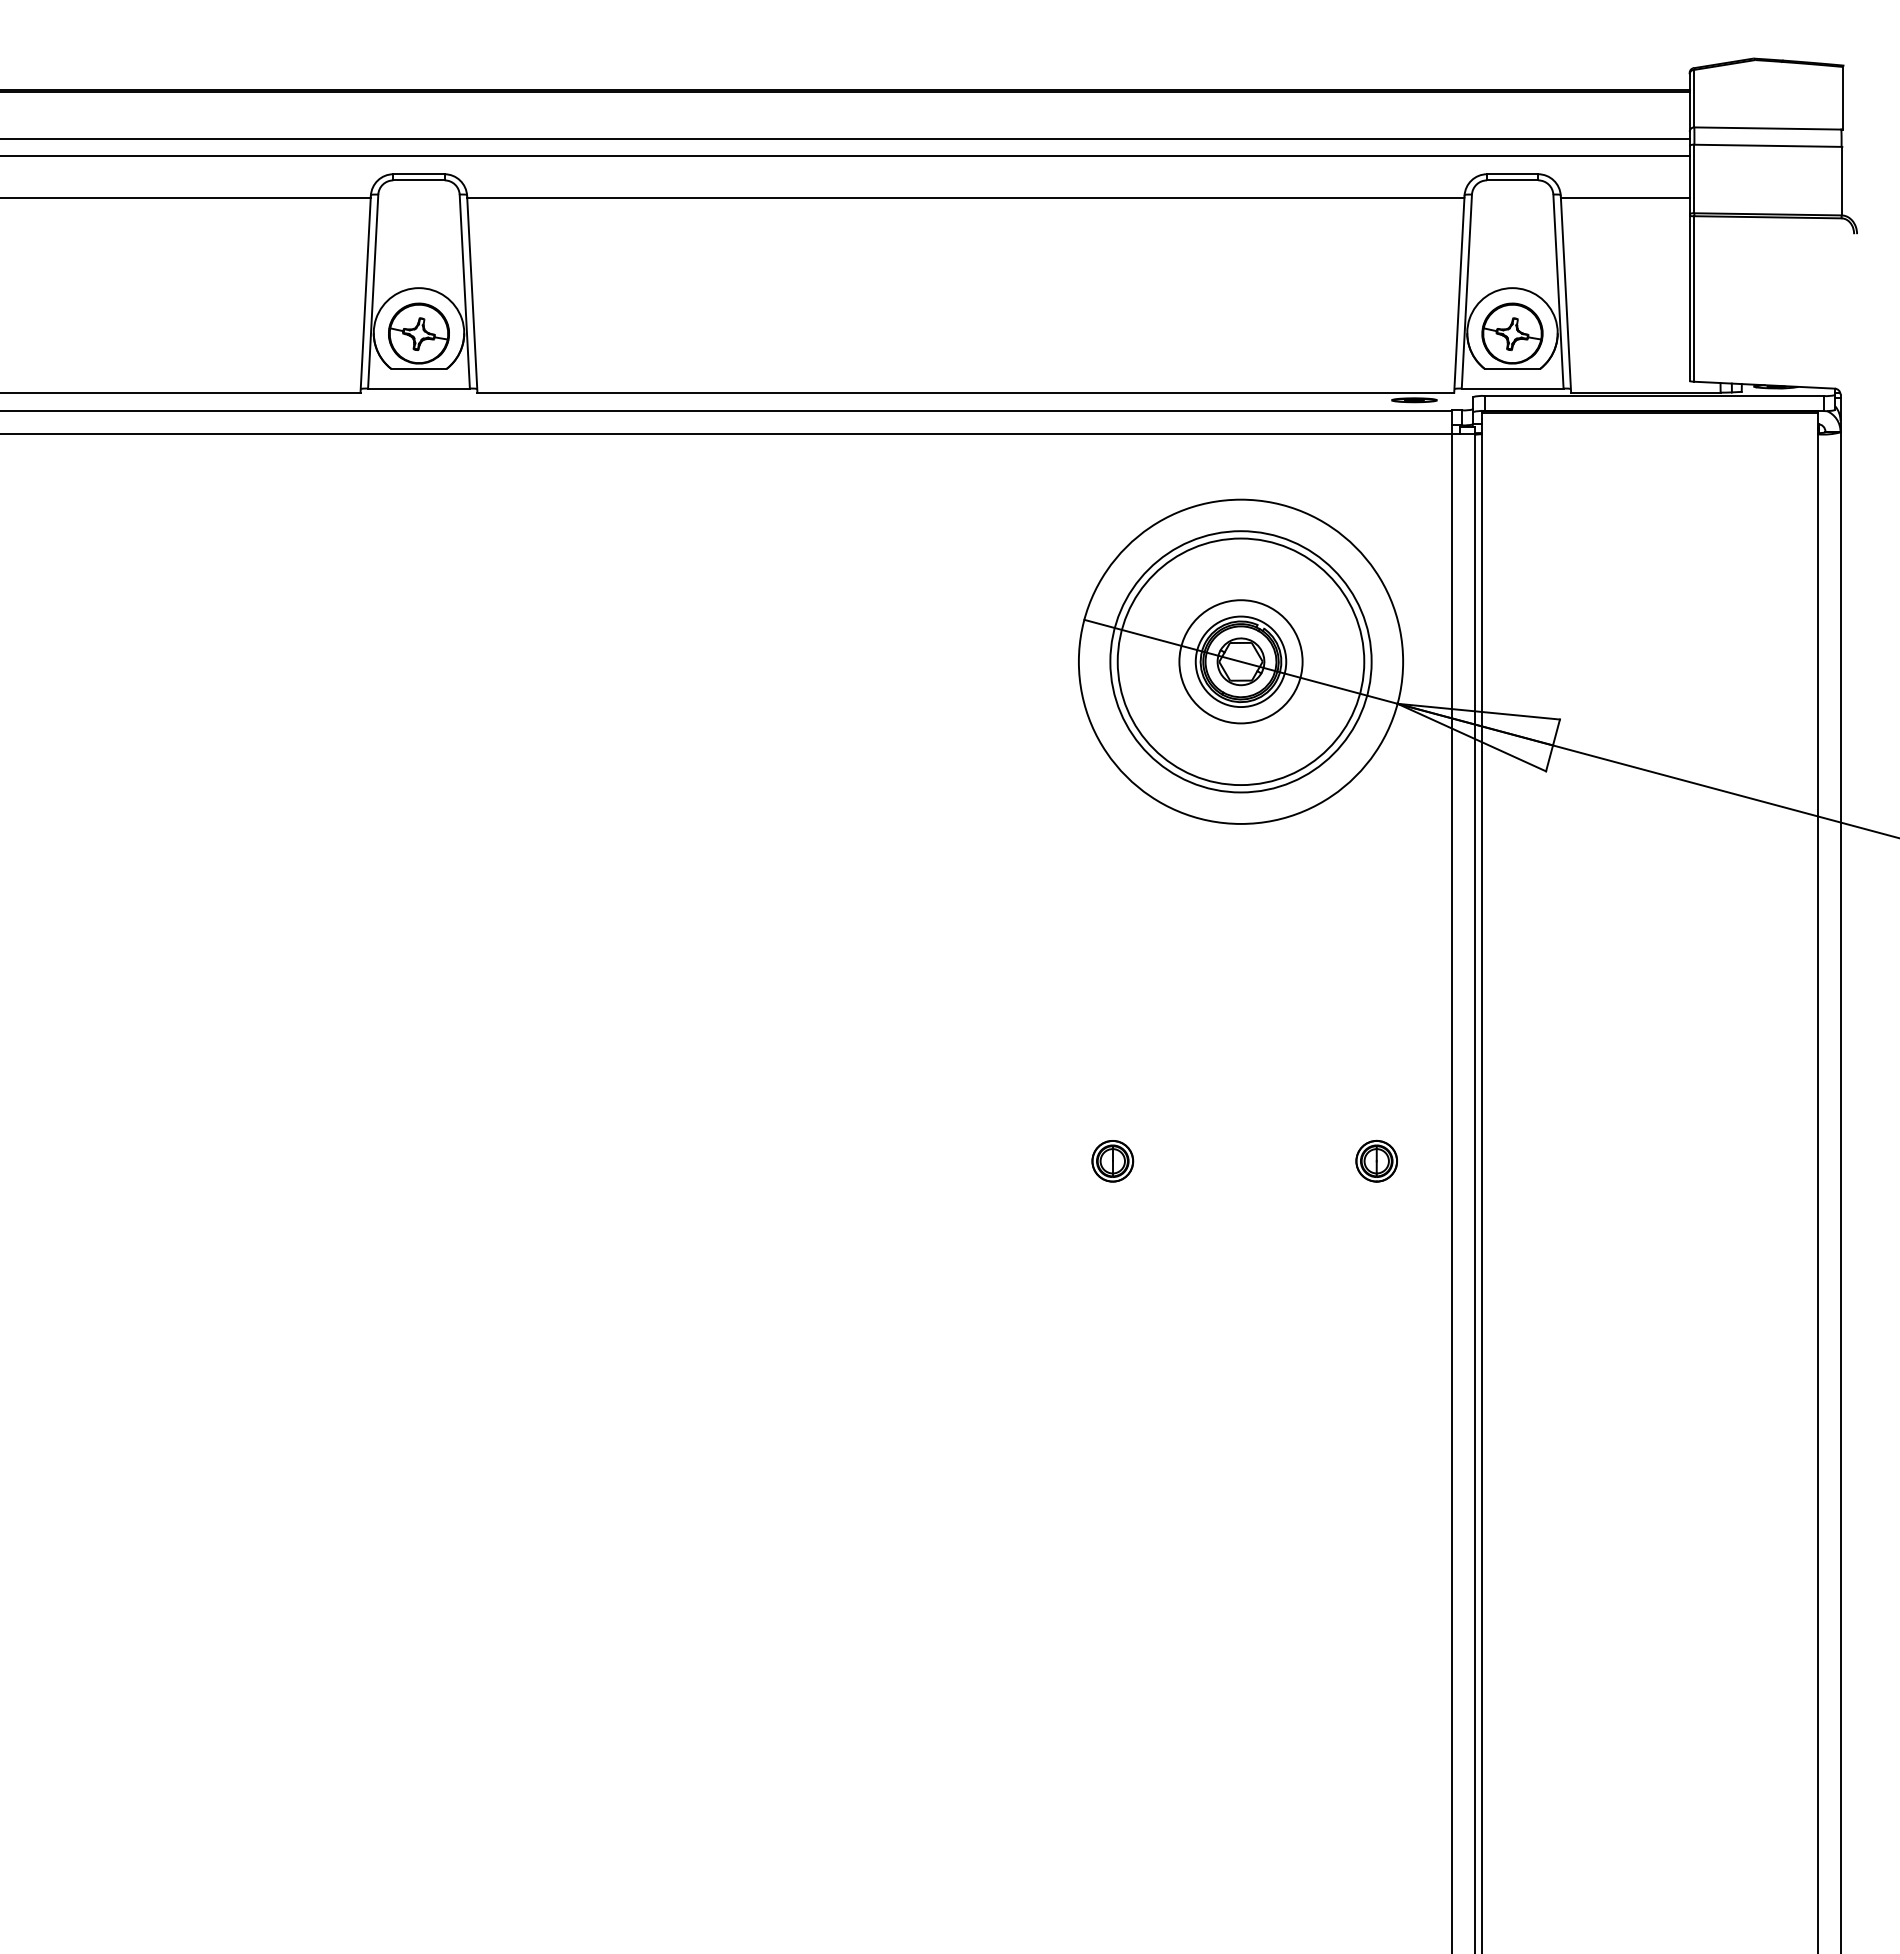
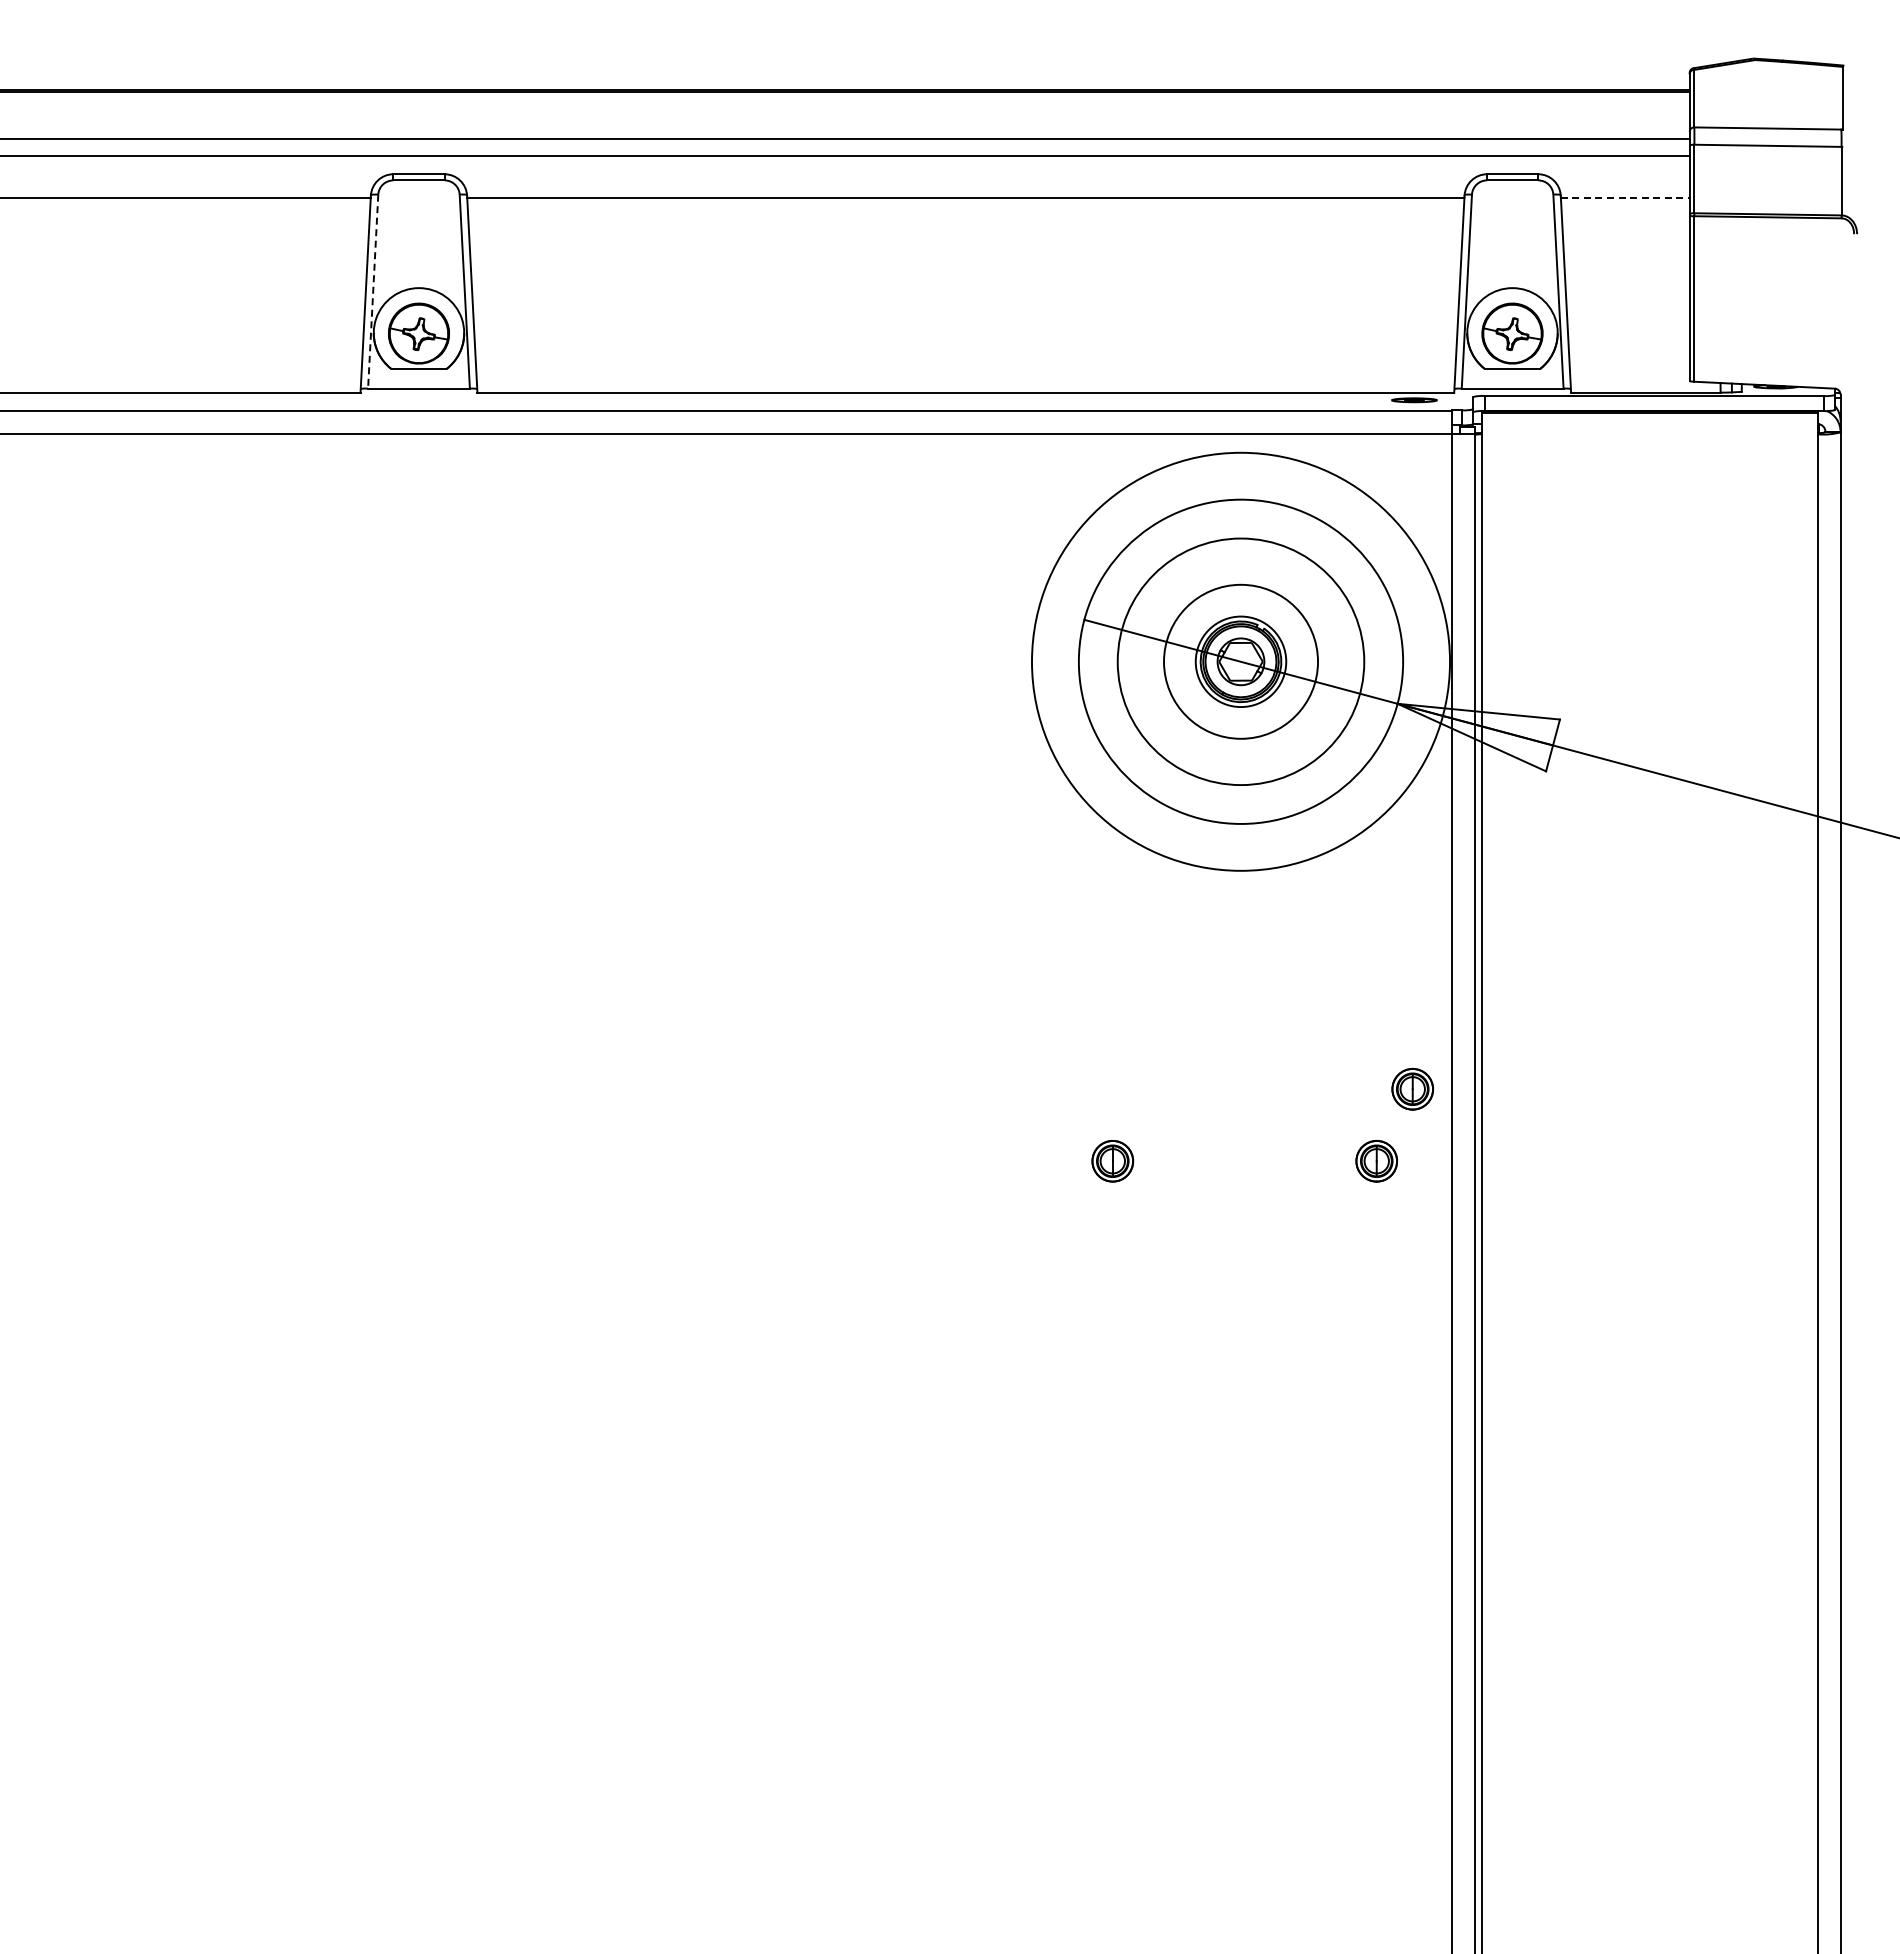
line at (1625, 197): solid -> dashed
line at (373, 292): solid -> dashed
circle at (1240, 661) diameter: 123 px -> 154 px
circle at (1240, 661) diameter: 261 px -> 418 px
part at (1412, 1088): none -> present
